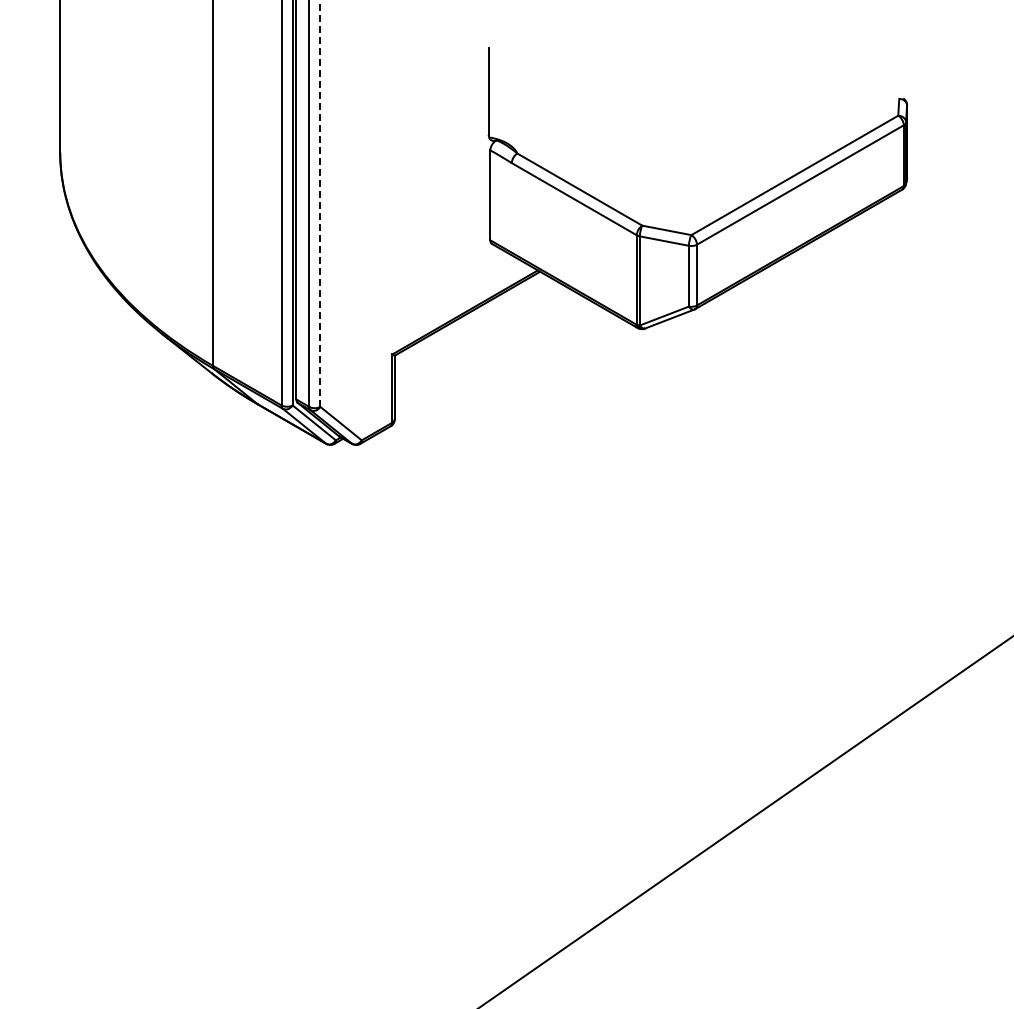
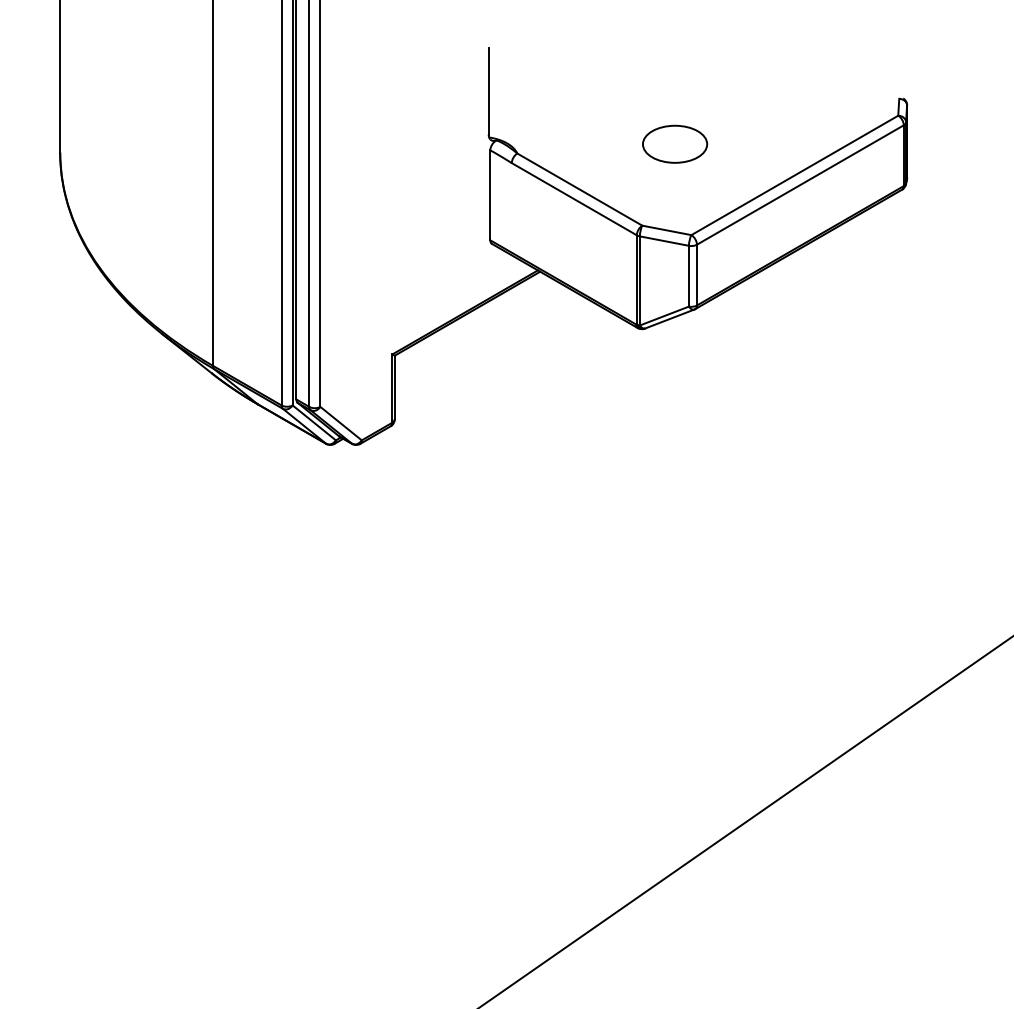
part at (675, 143): none -> present
line at (320, 202): dashed -> solid
